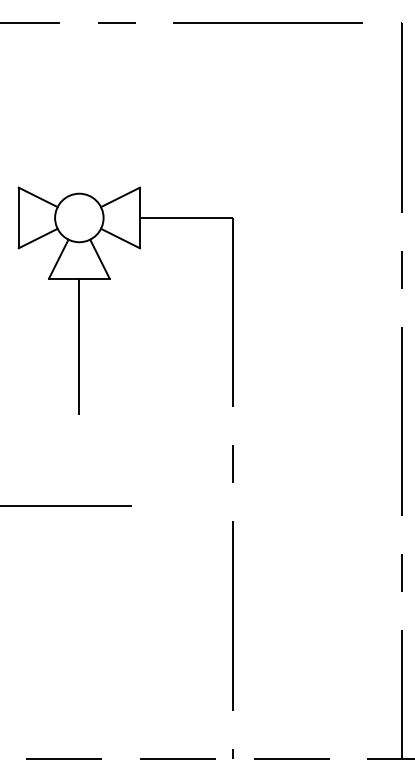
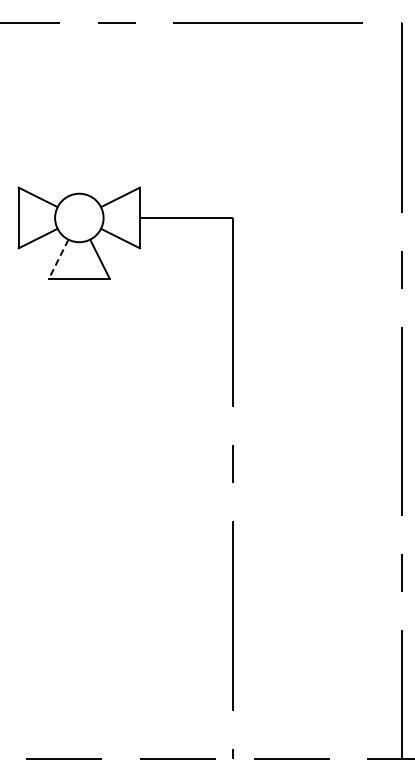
line at (58, 259): solid -> dashed
line at (79, 346): present -> none
line at (66, 505): present -> none
